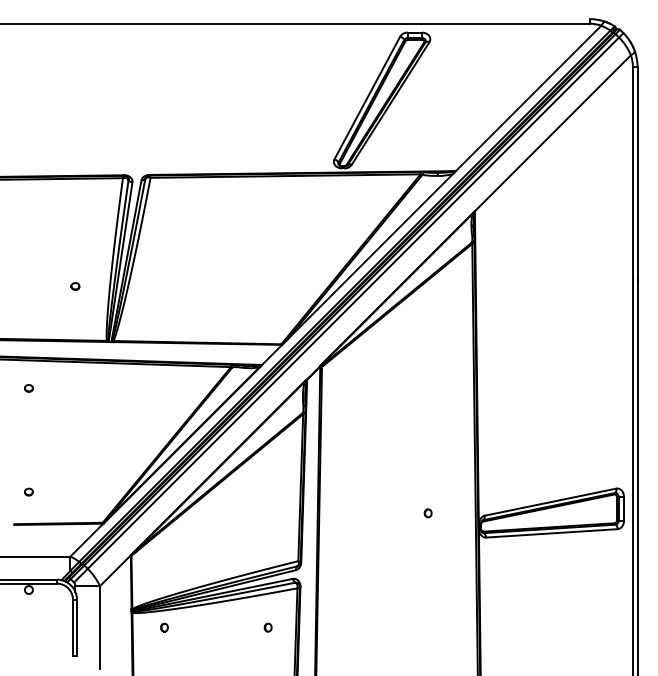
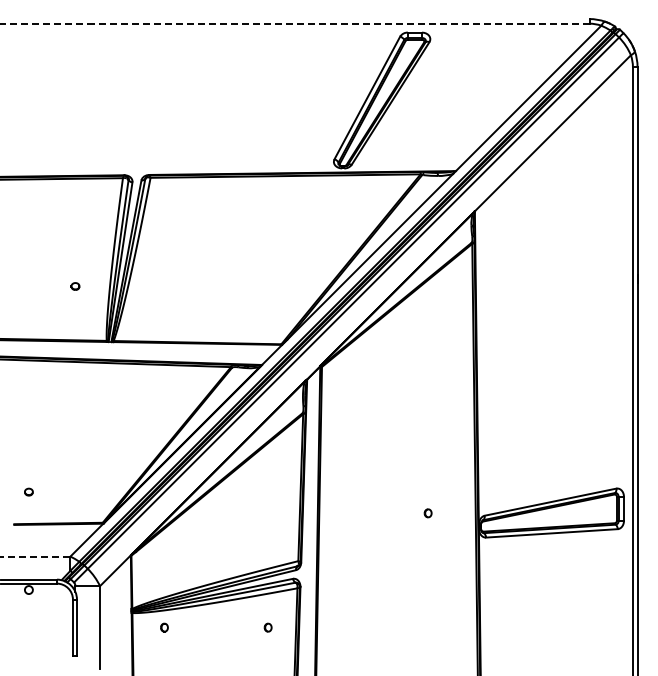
line at (294, 23): solid -> dashed
part at (28, 388): present -> none
line at (34, 556): solid -> dashed
